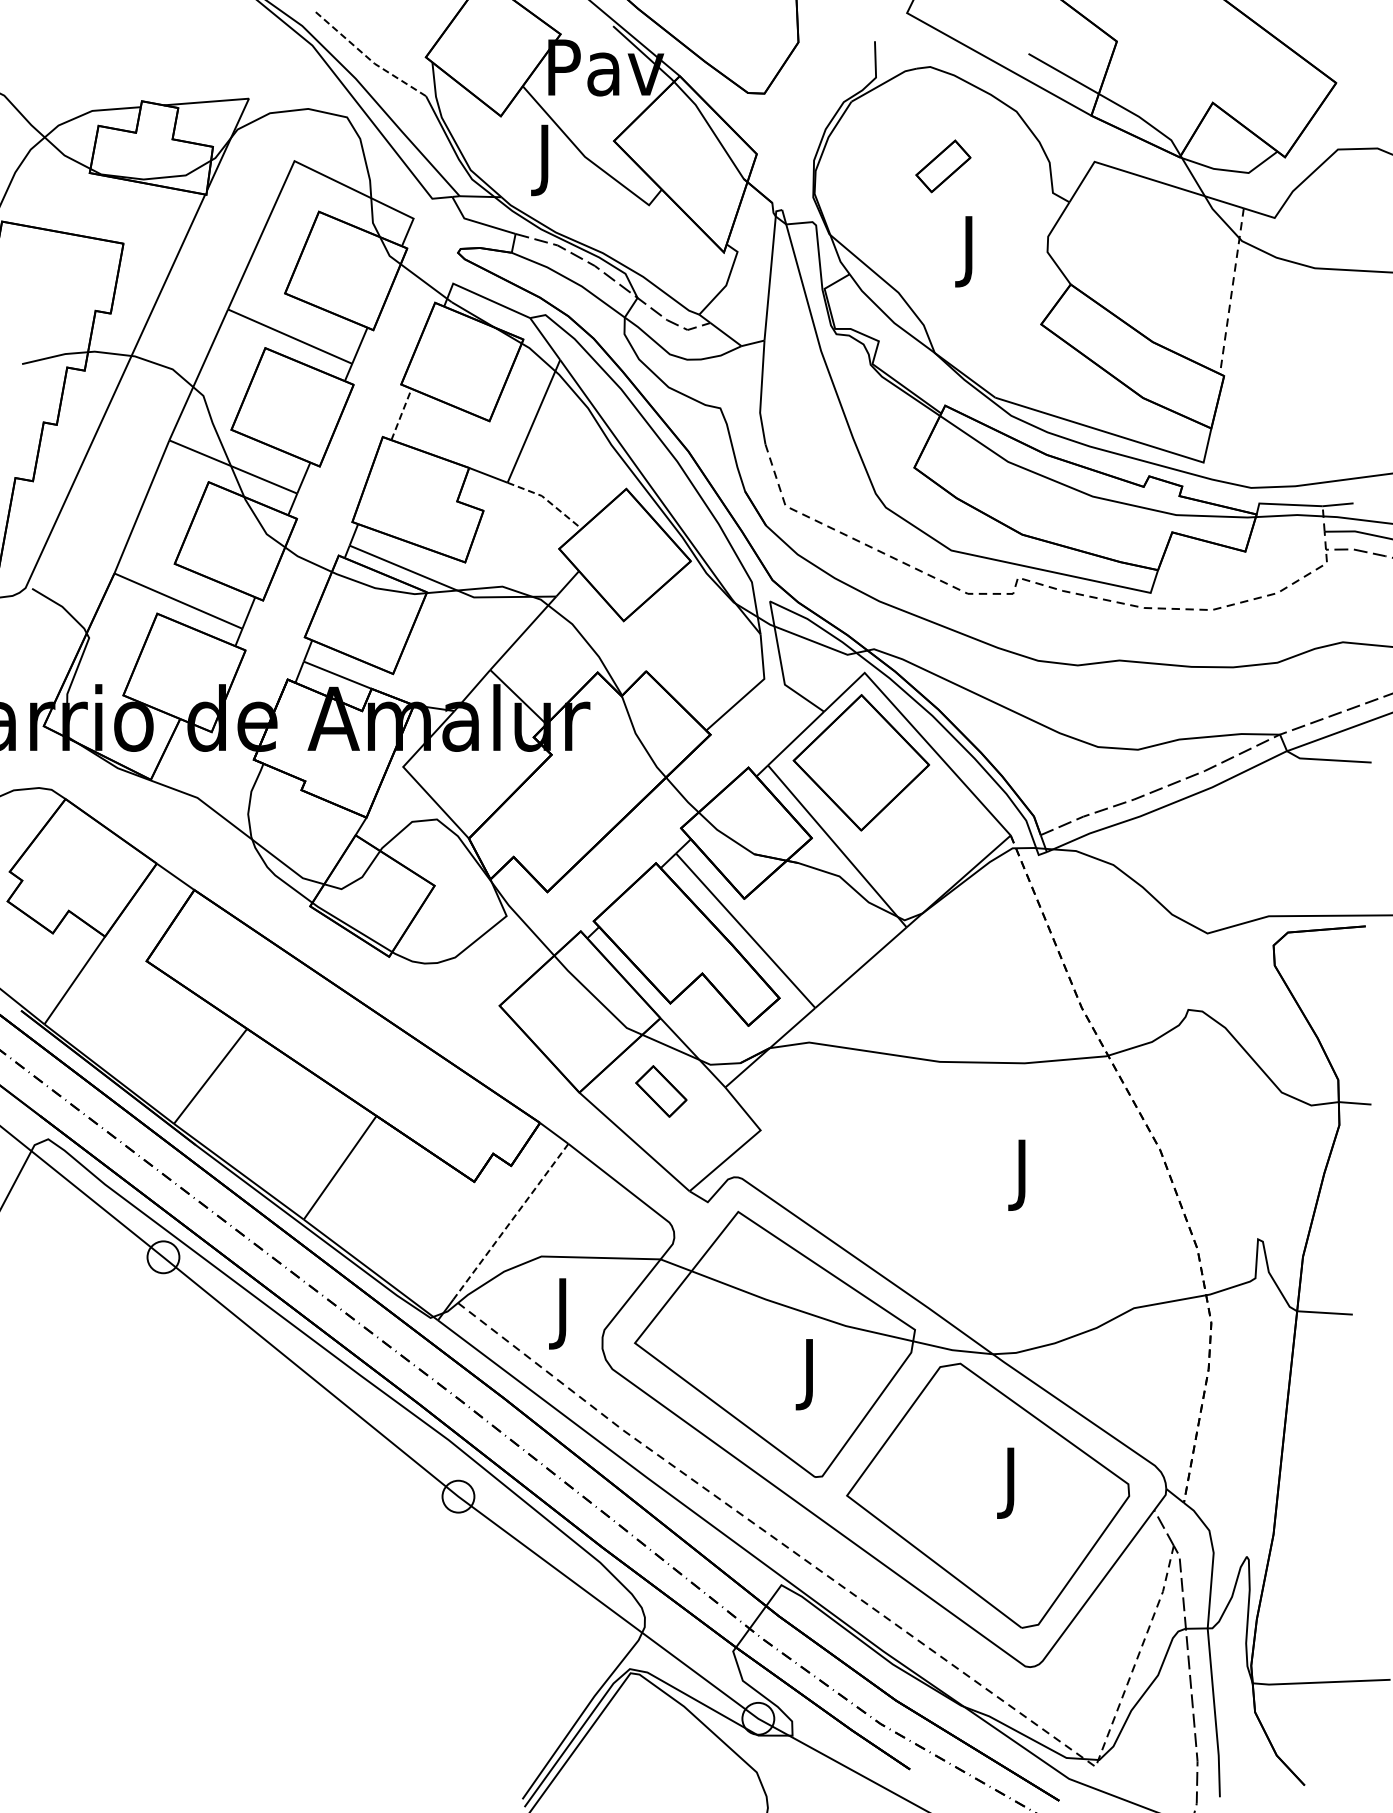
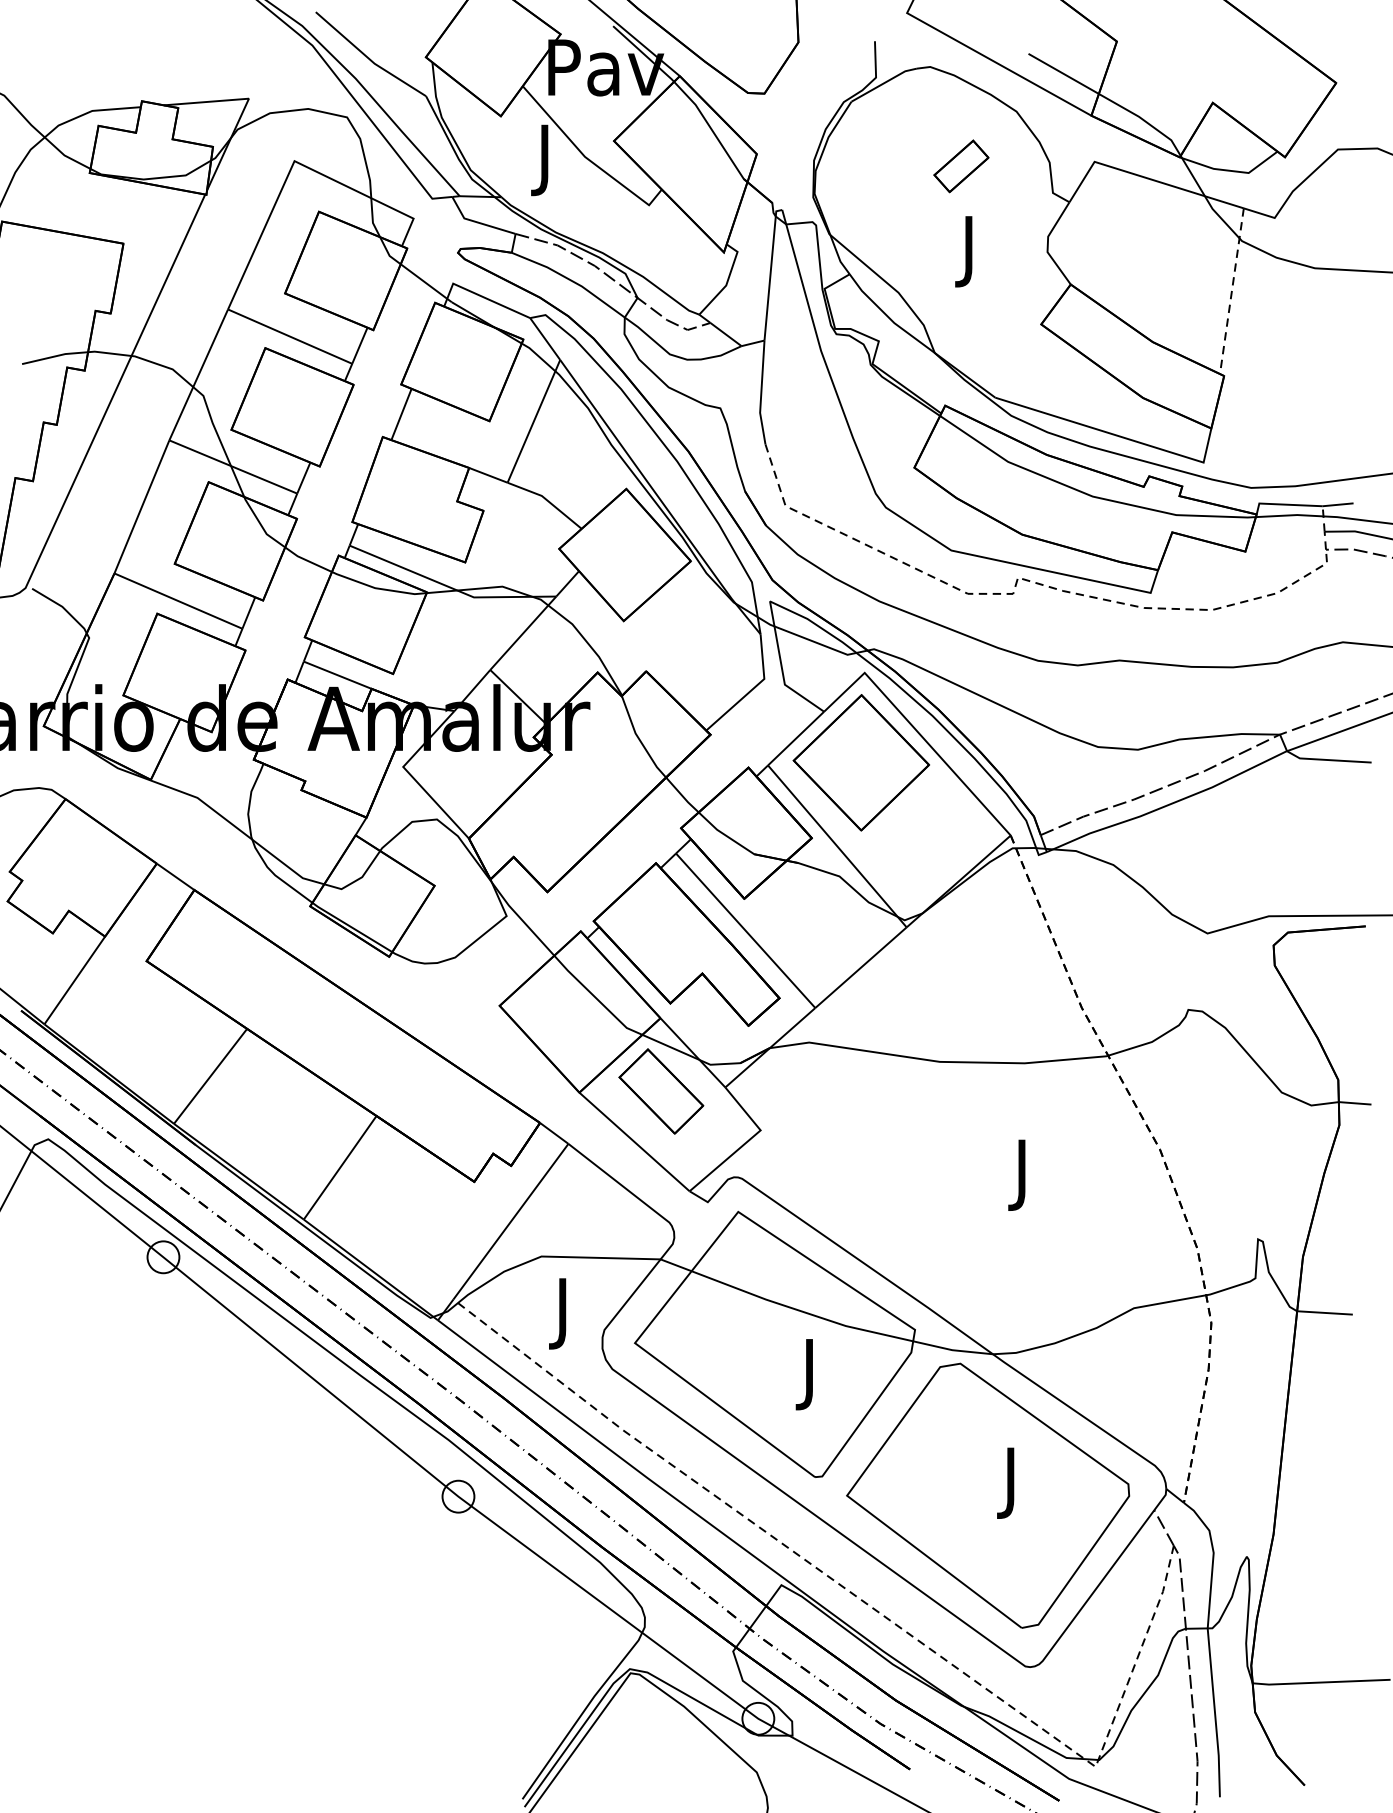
line at (368, 58): dashed -> solid
part at (943, 166) position: (943, 166) -> (961, 166)
line at (401, 414): dashed -> solid
line at (547, 500): dashed -> solid
part at (661, 1091) size: 53x53 px -> 87x87 px
line at (510, 1221): dashed -> solid
